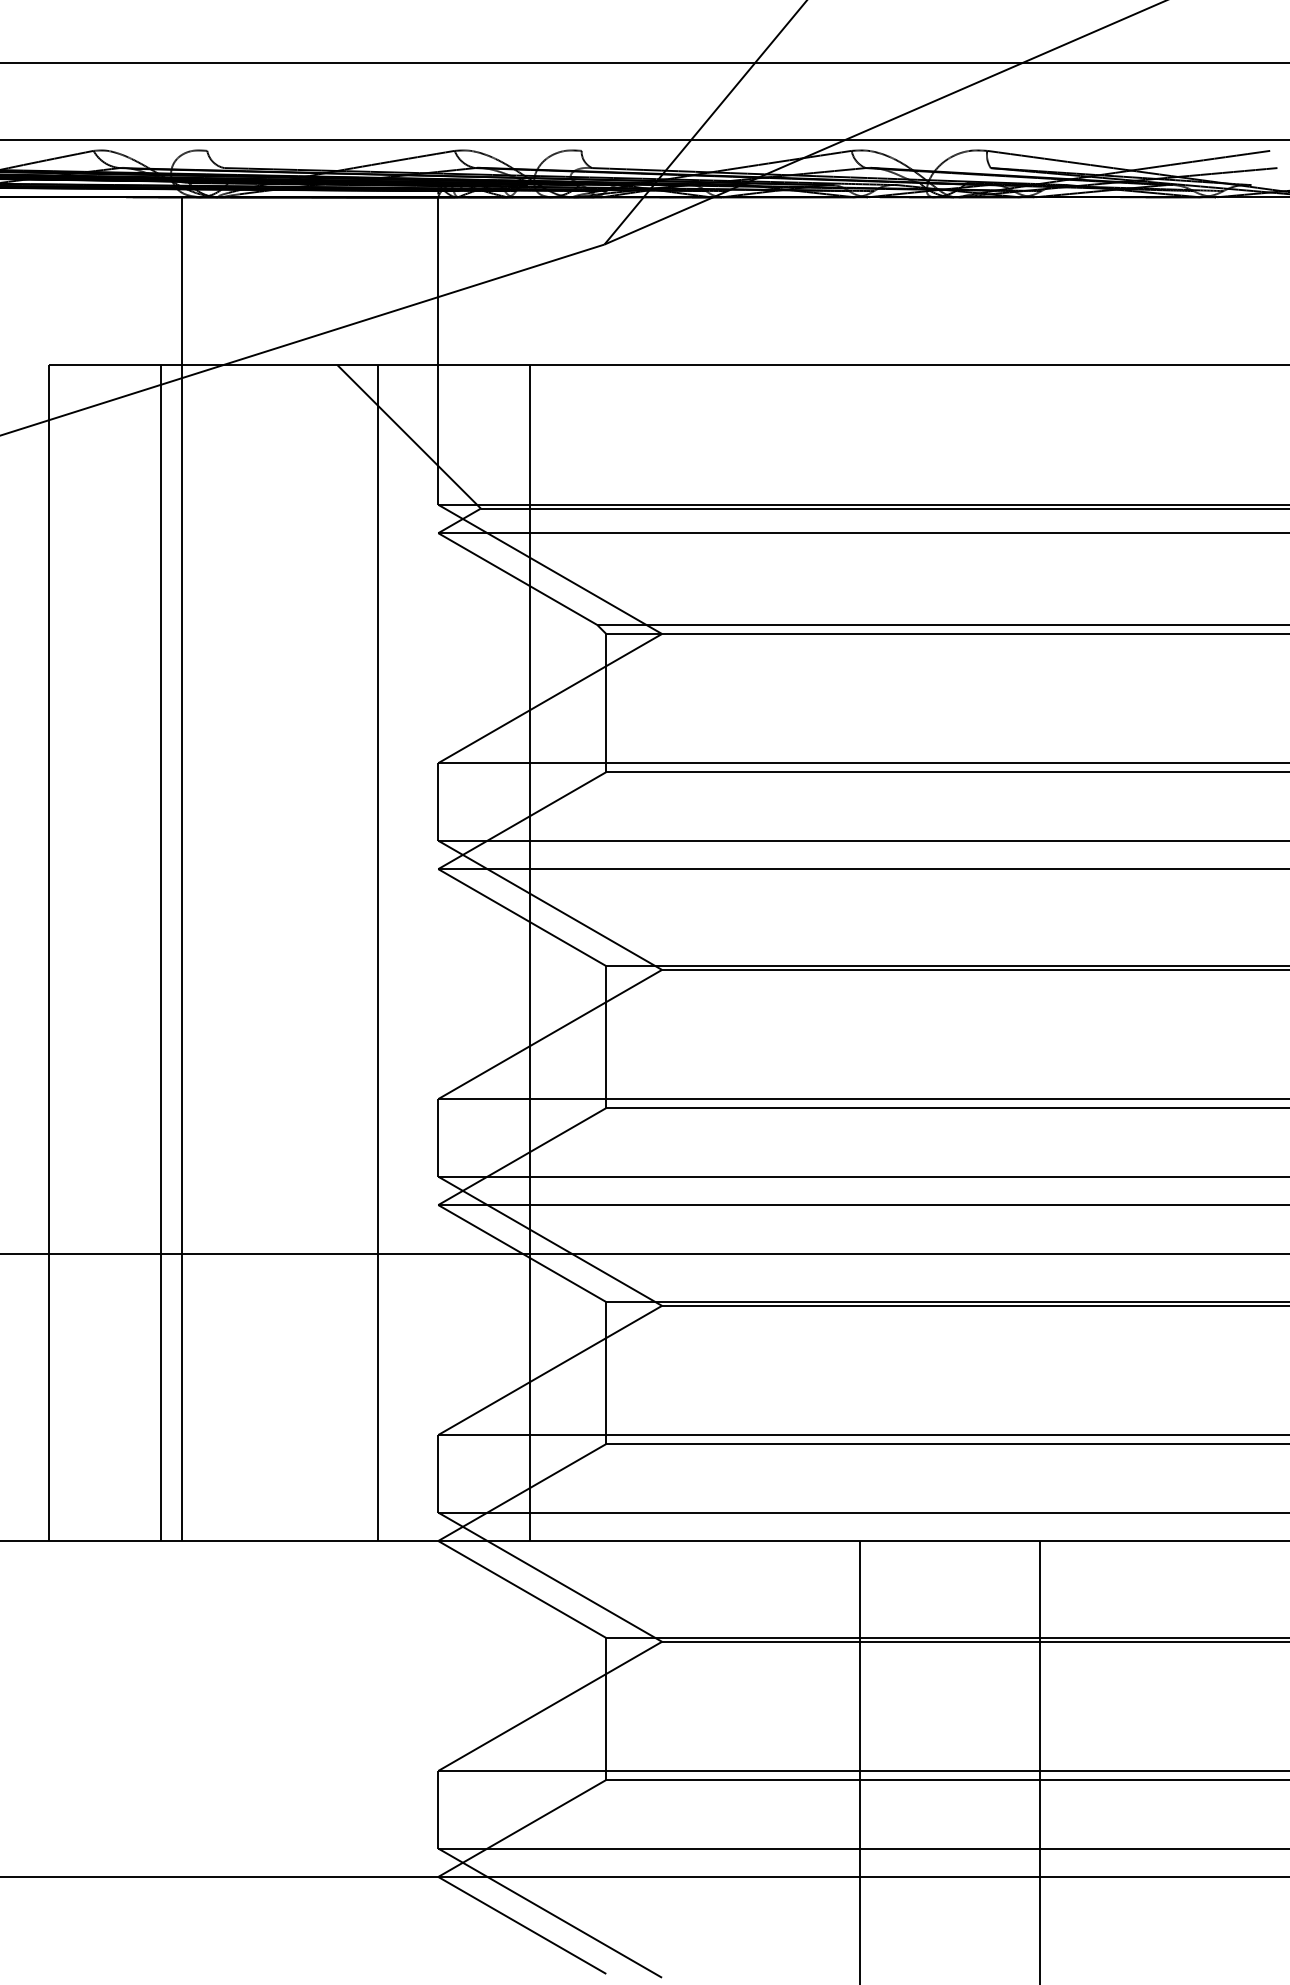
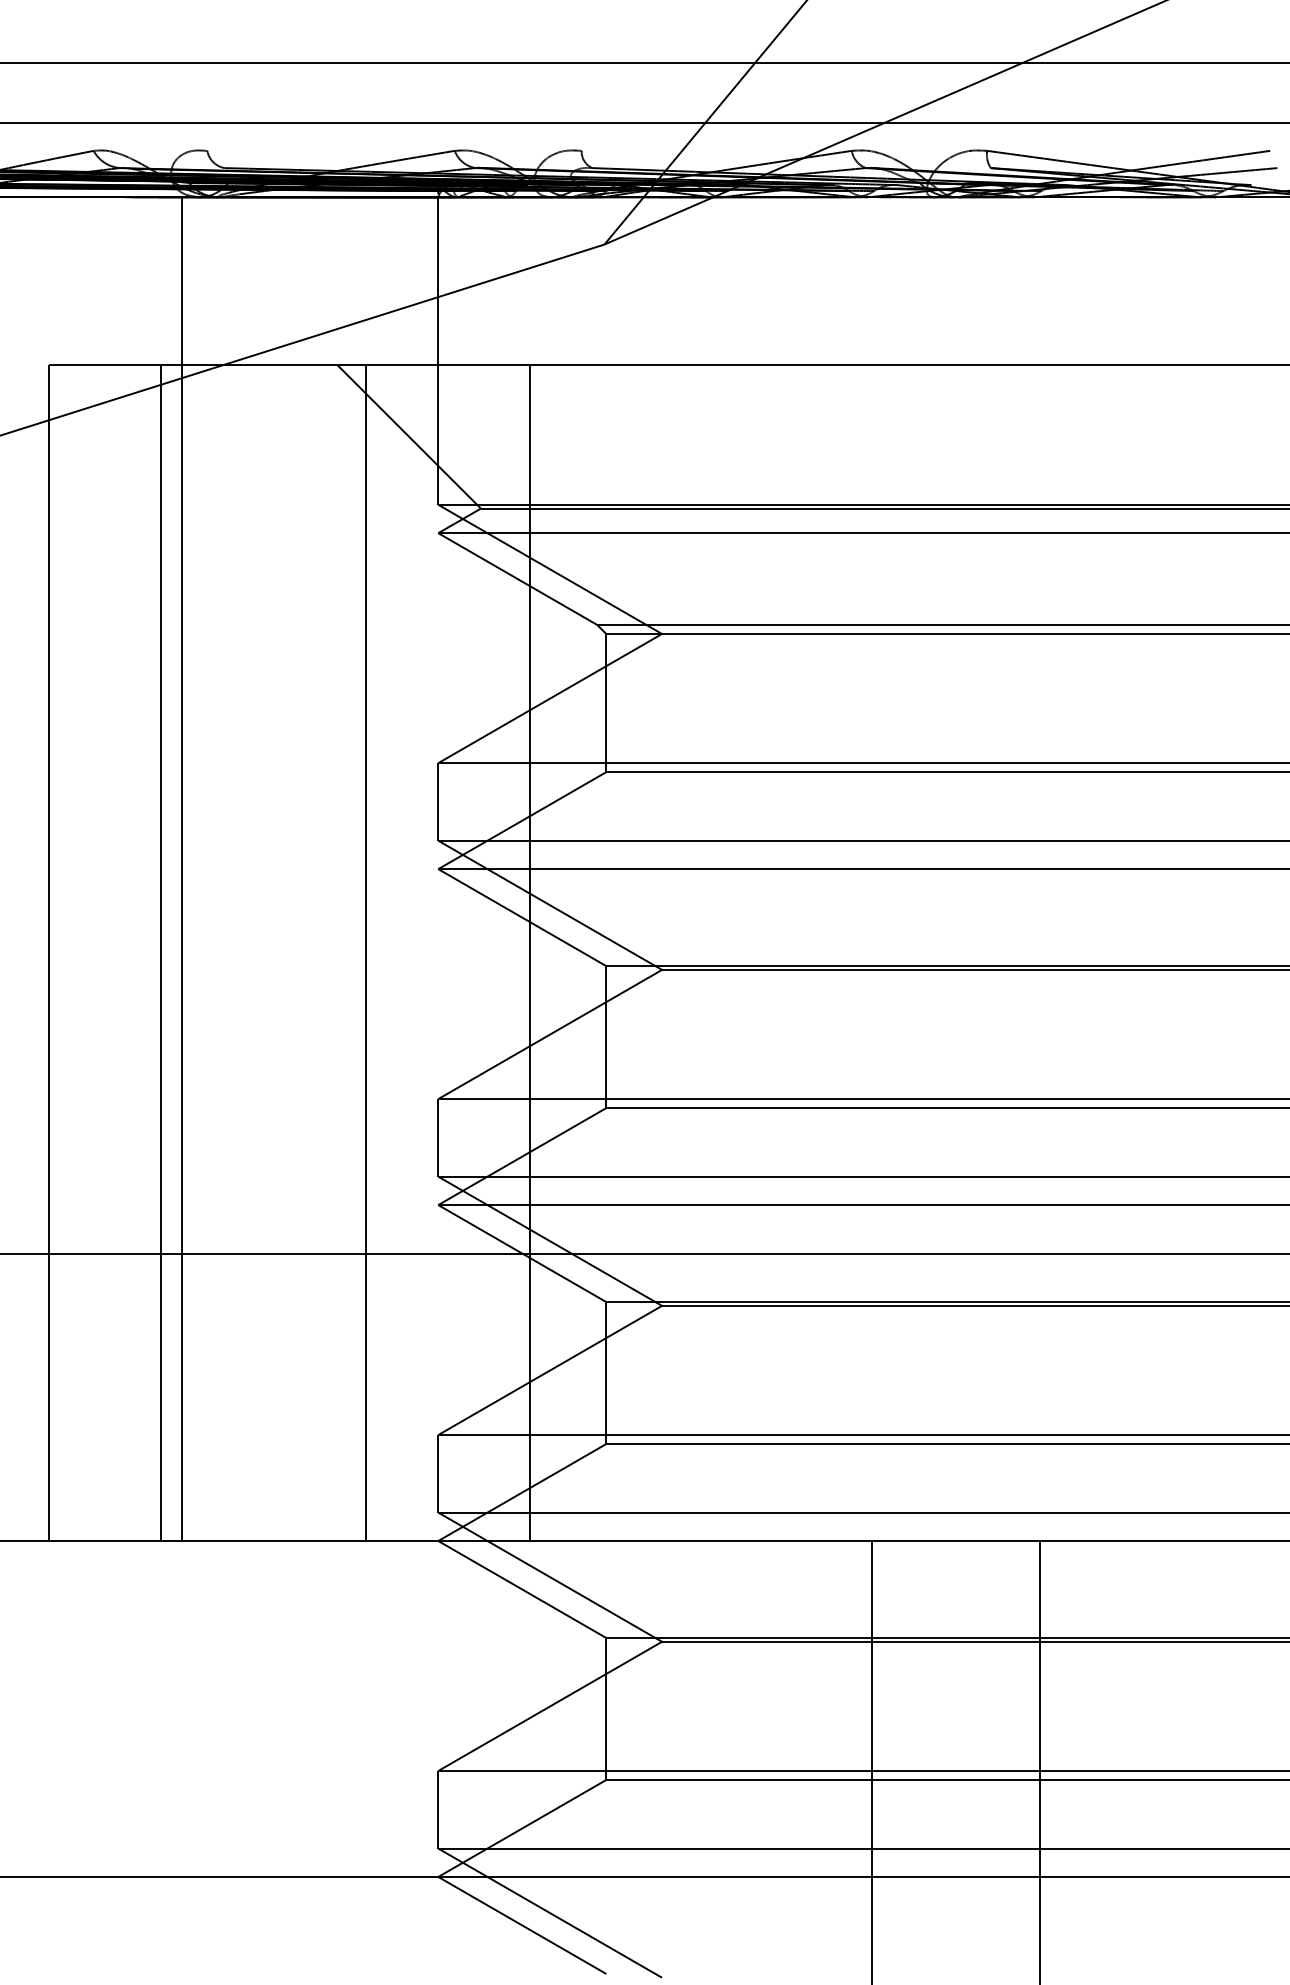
line at (644, 139) position: (644, 139) -> (644, 122)
line at (378, 953) position: (378, 953) -> (366, 953)
line at (860, 1761) position: (860, 1761) -> (872, 1761)
